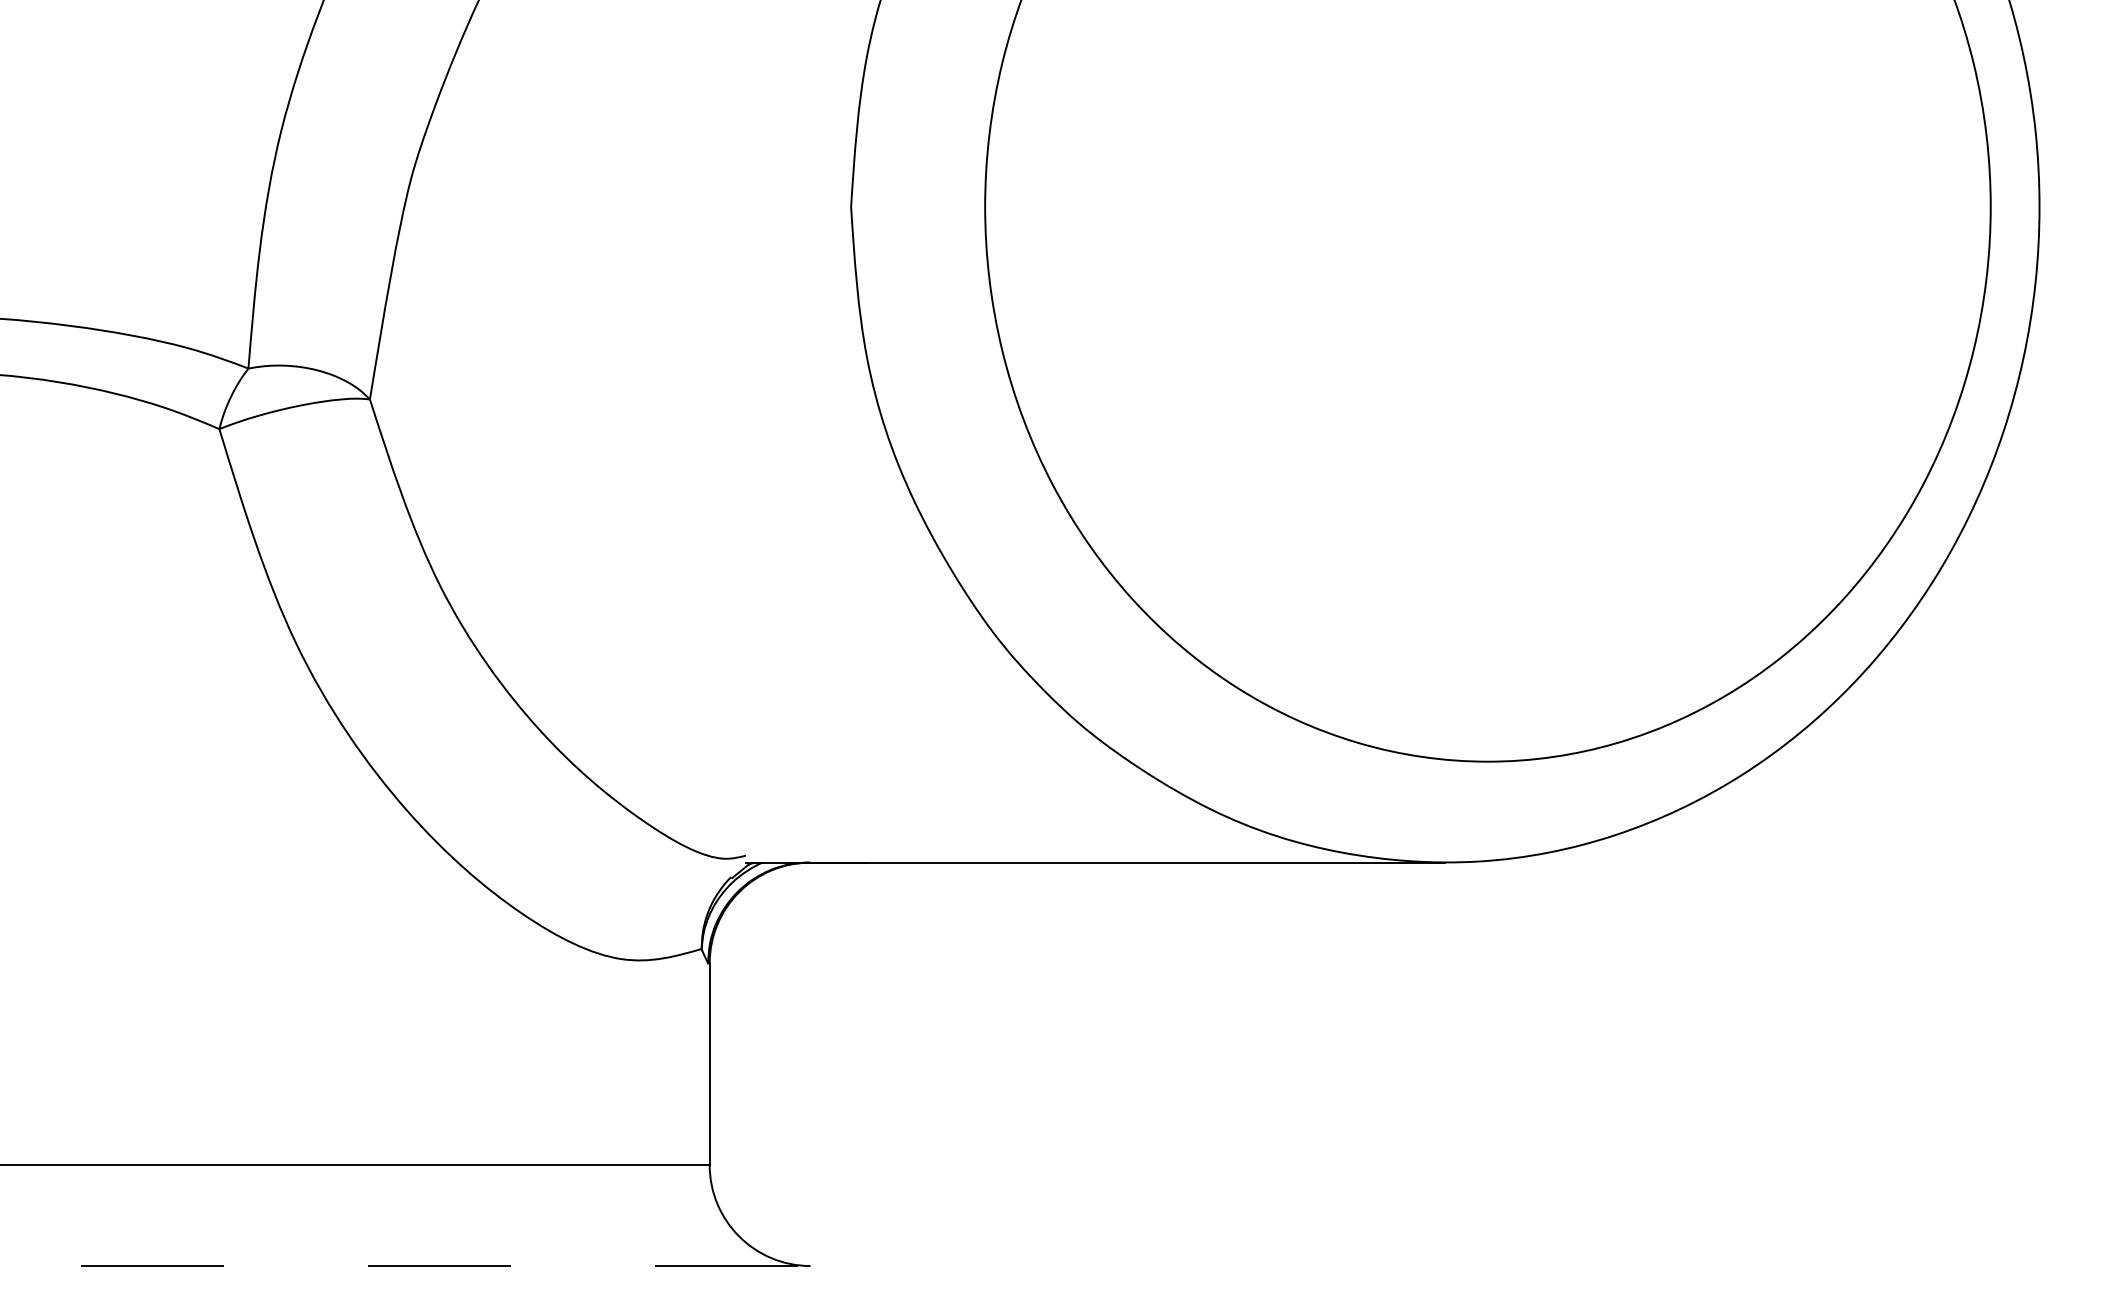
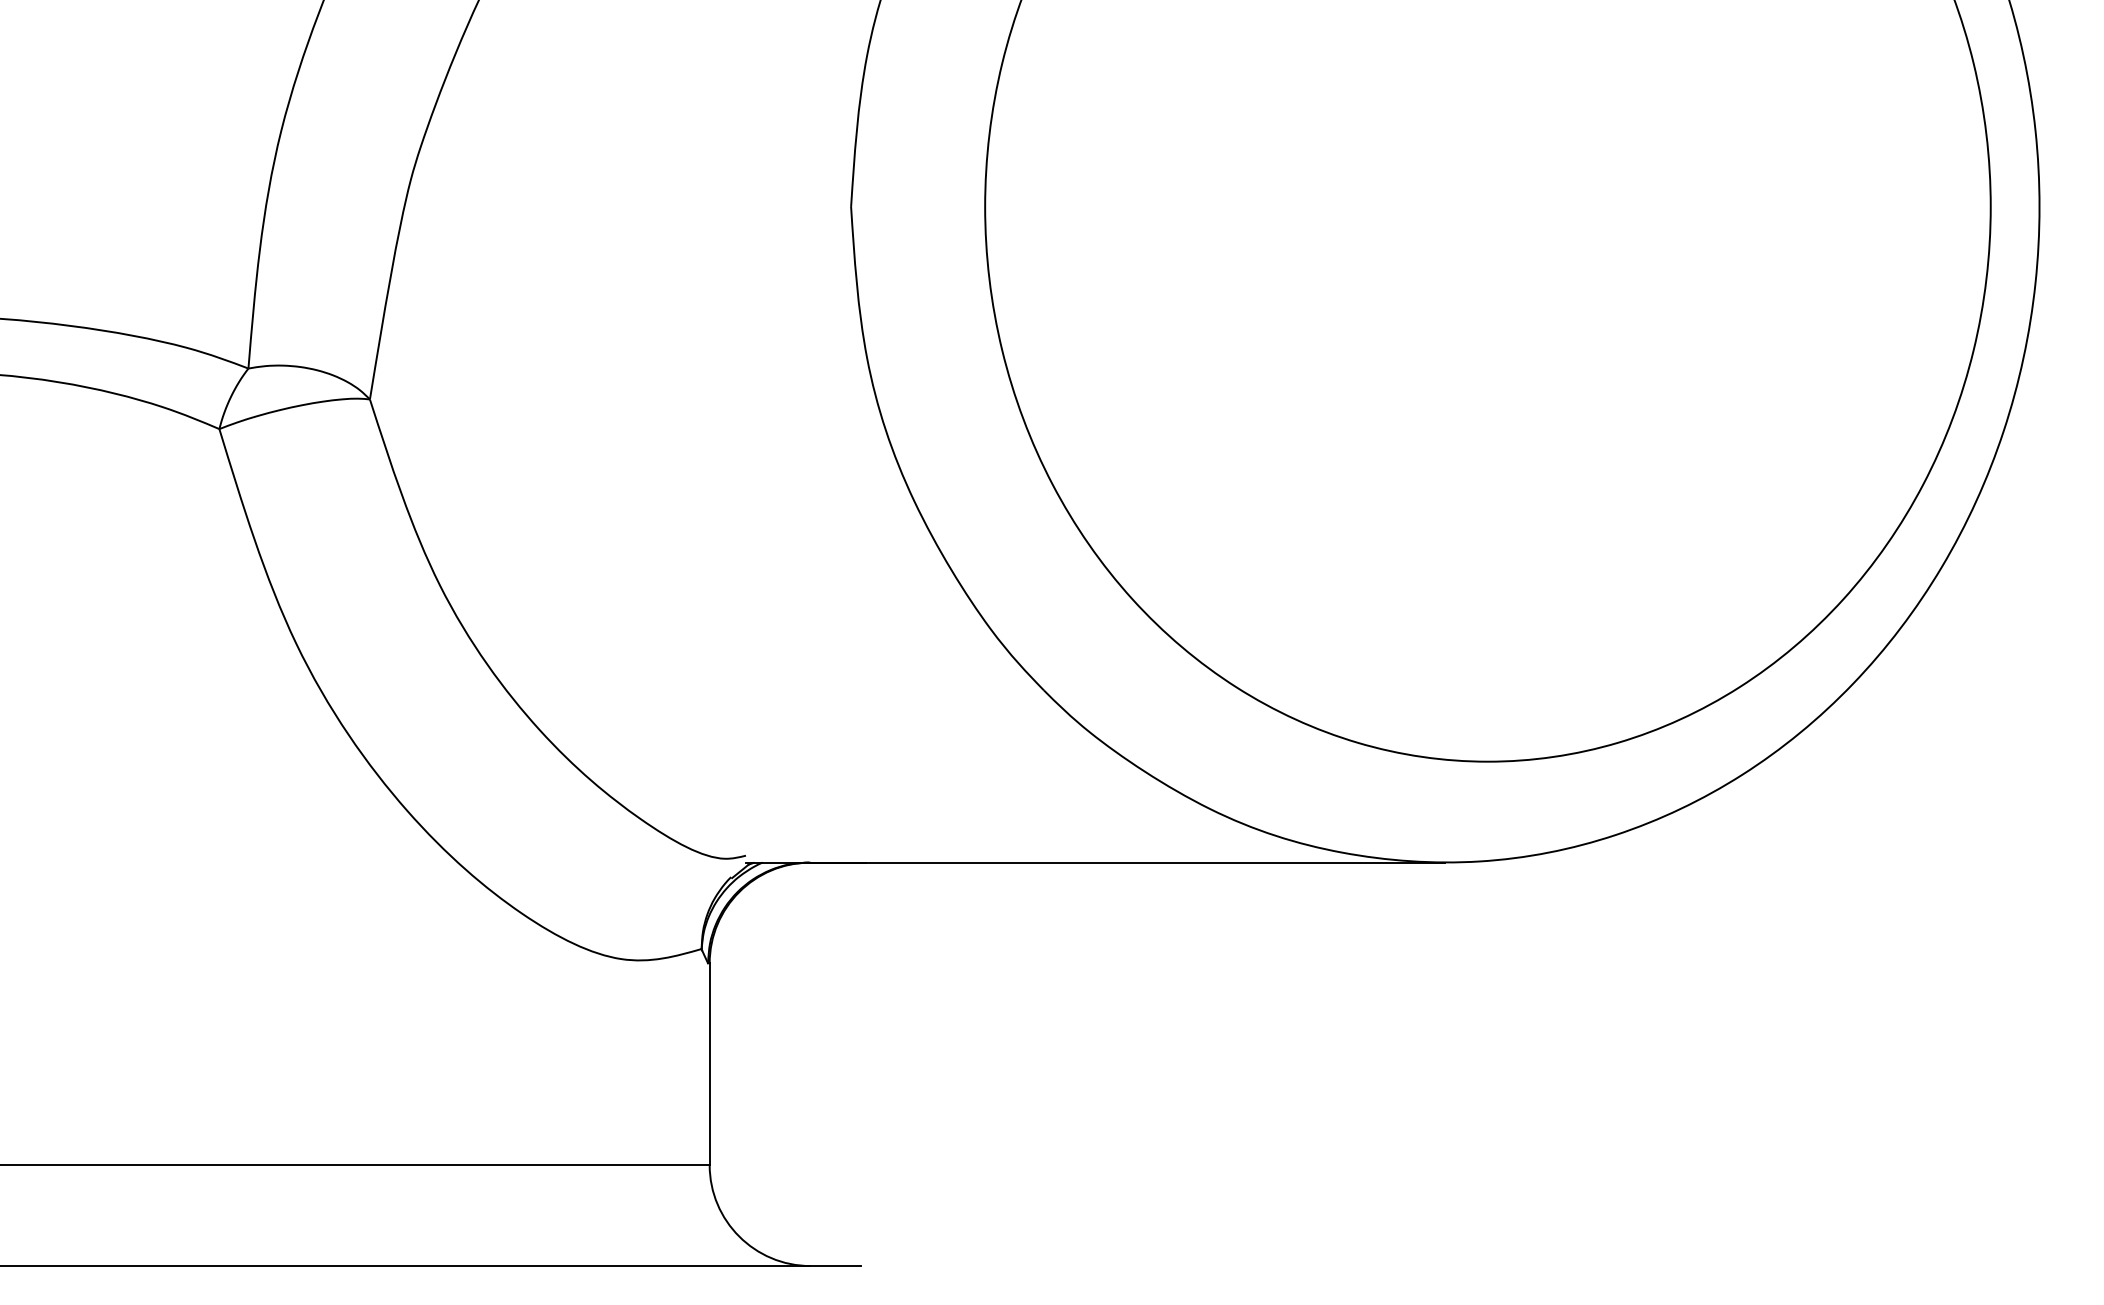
line at (431, 1266): dashed -> solid
